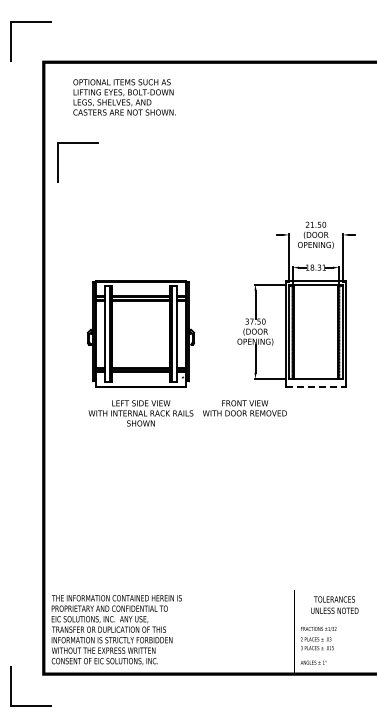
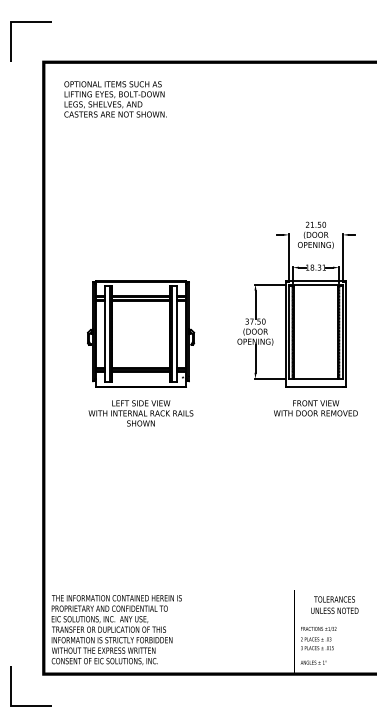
text at (124, 97) position: (124, 97) -> (115, 99)
line at (77, 143): present -> none
line at (316, 387): dashed -> solid
text at (244, 408) position: (244, 408) -> (315, 408)
